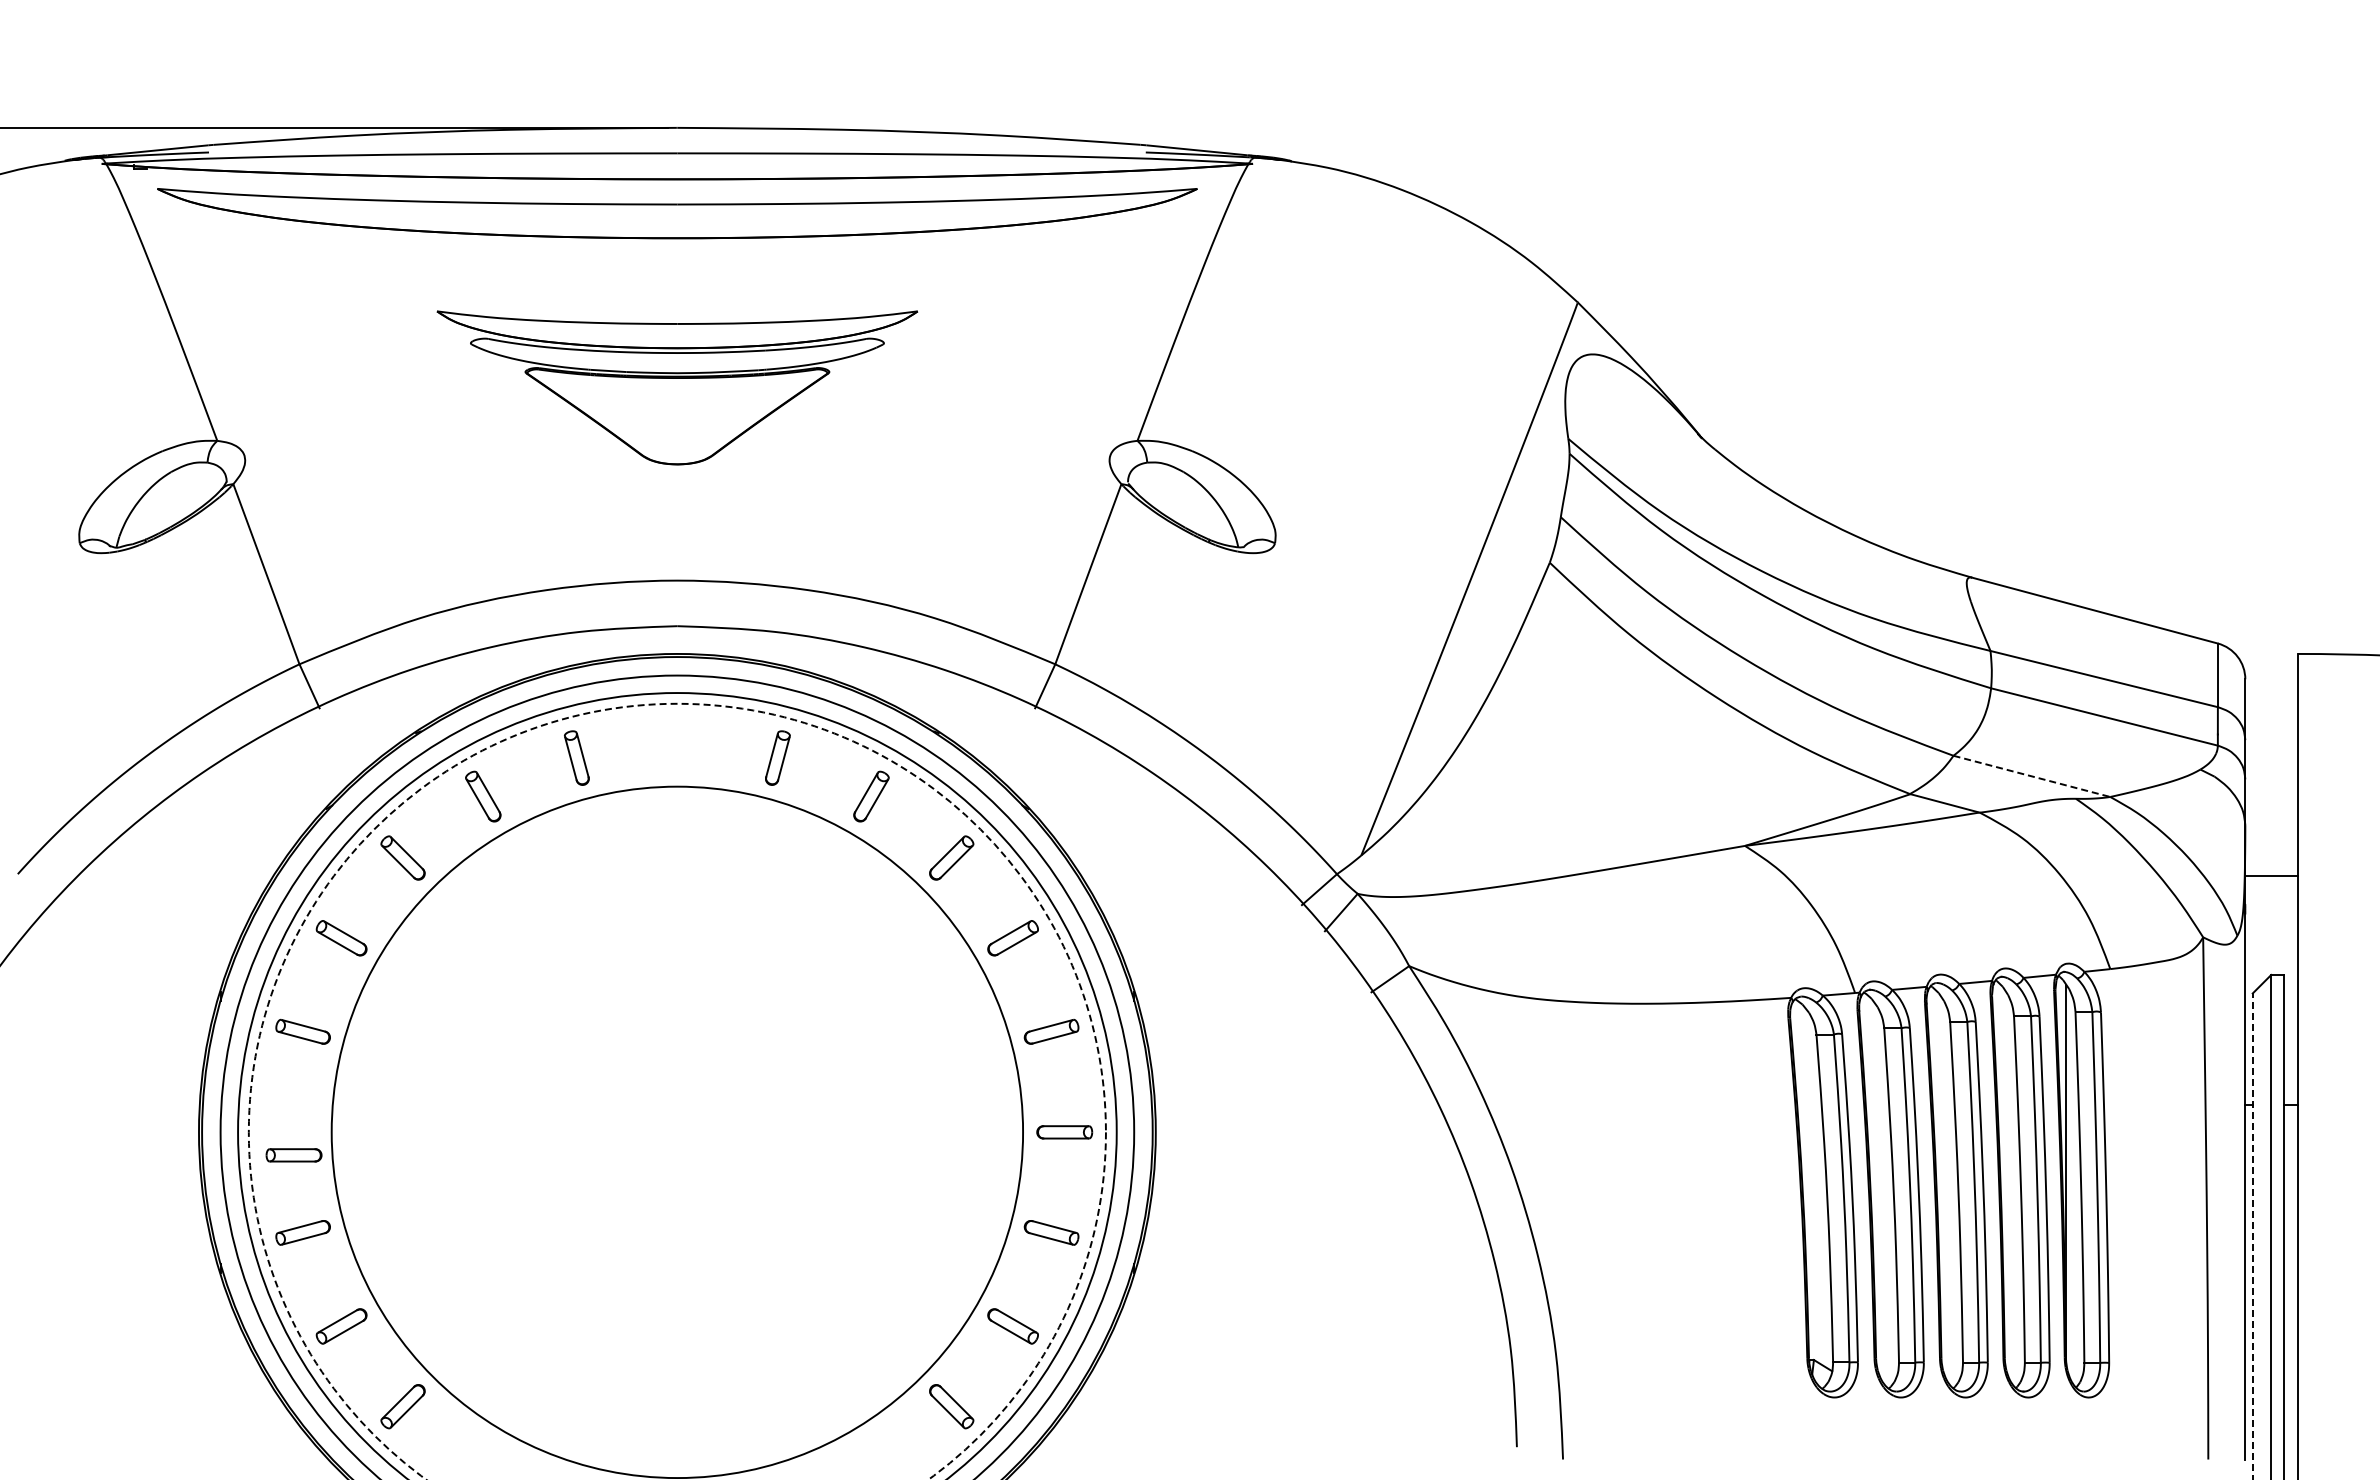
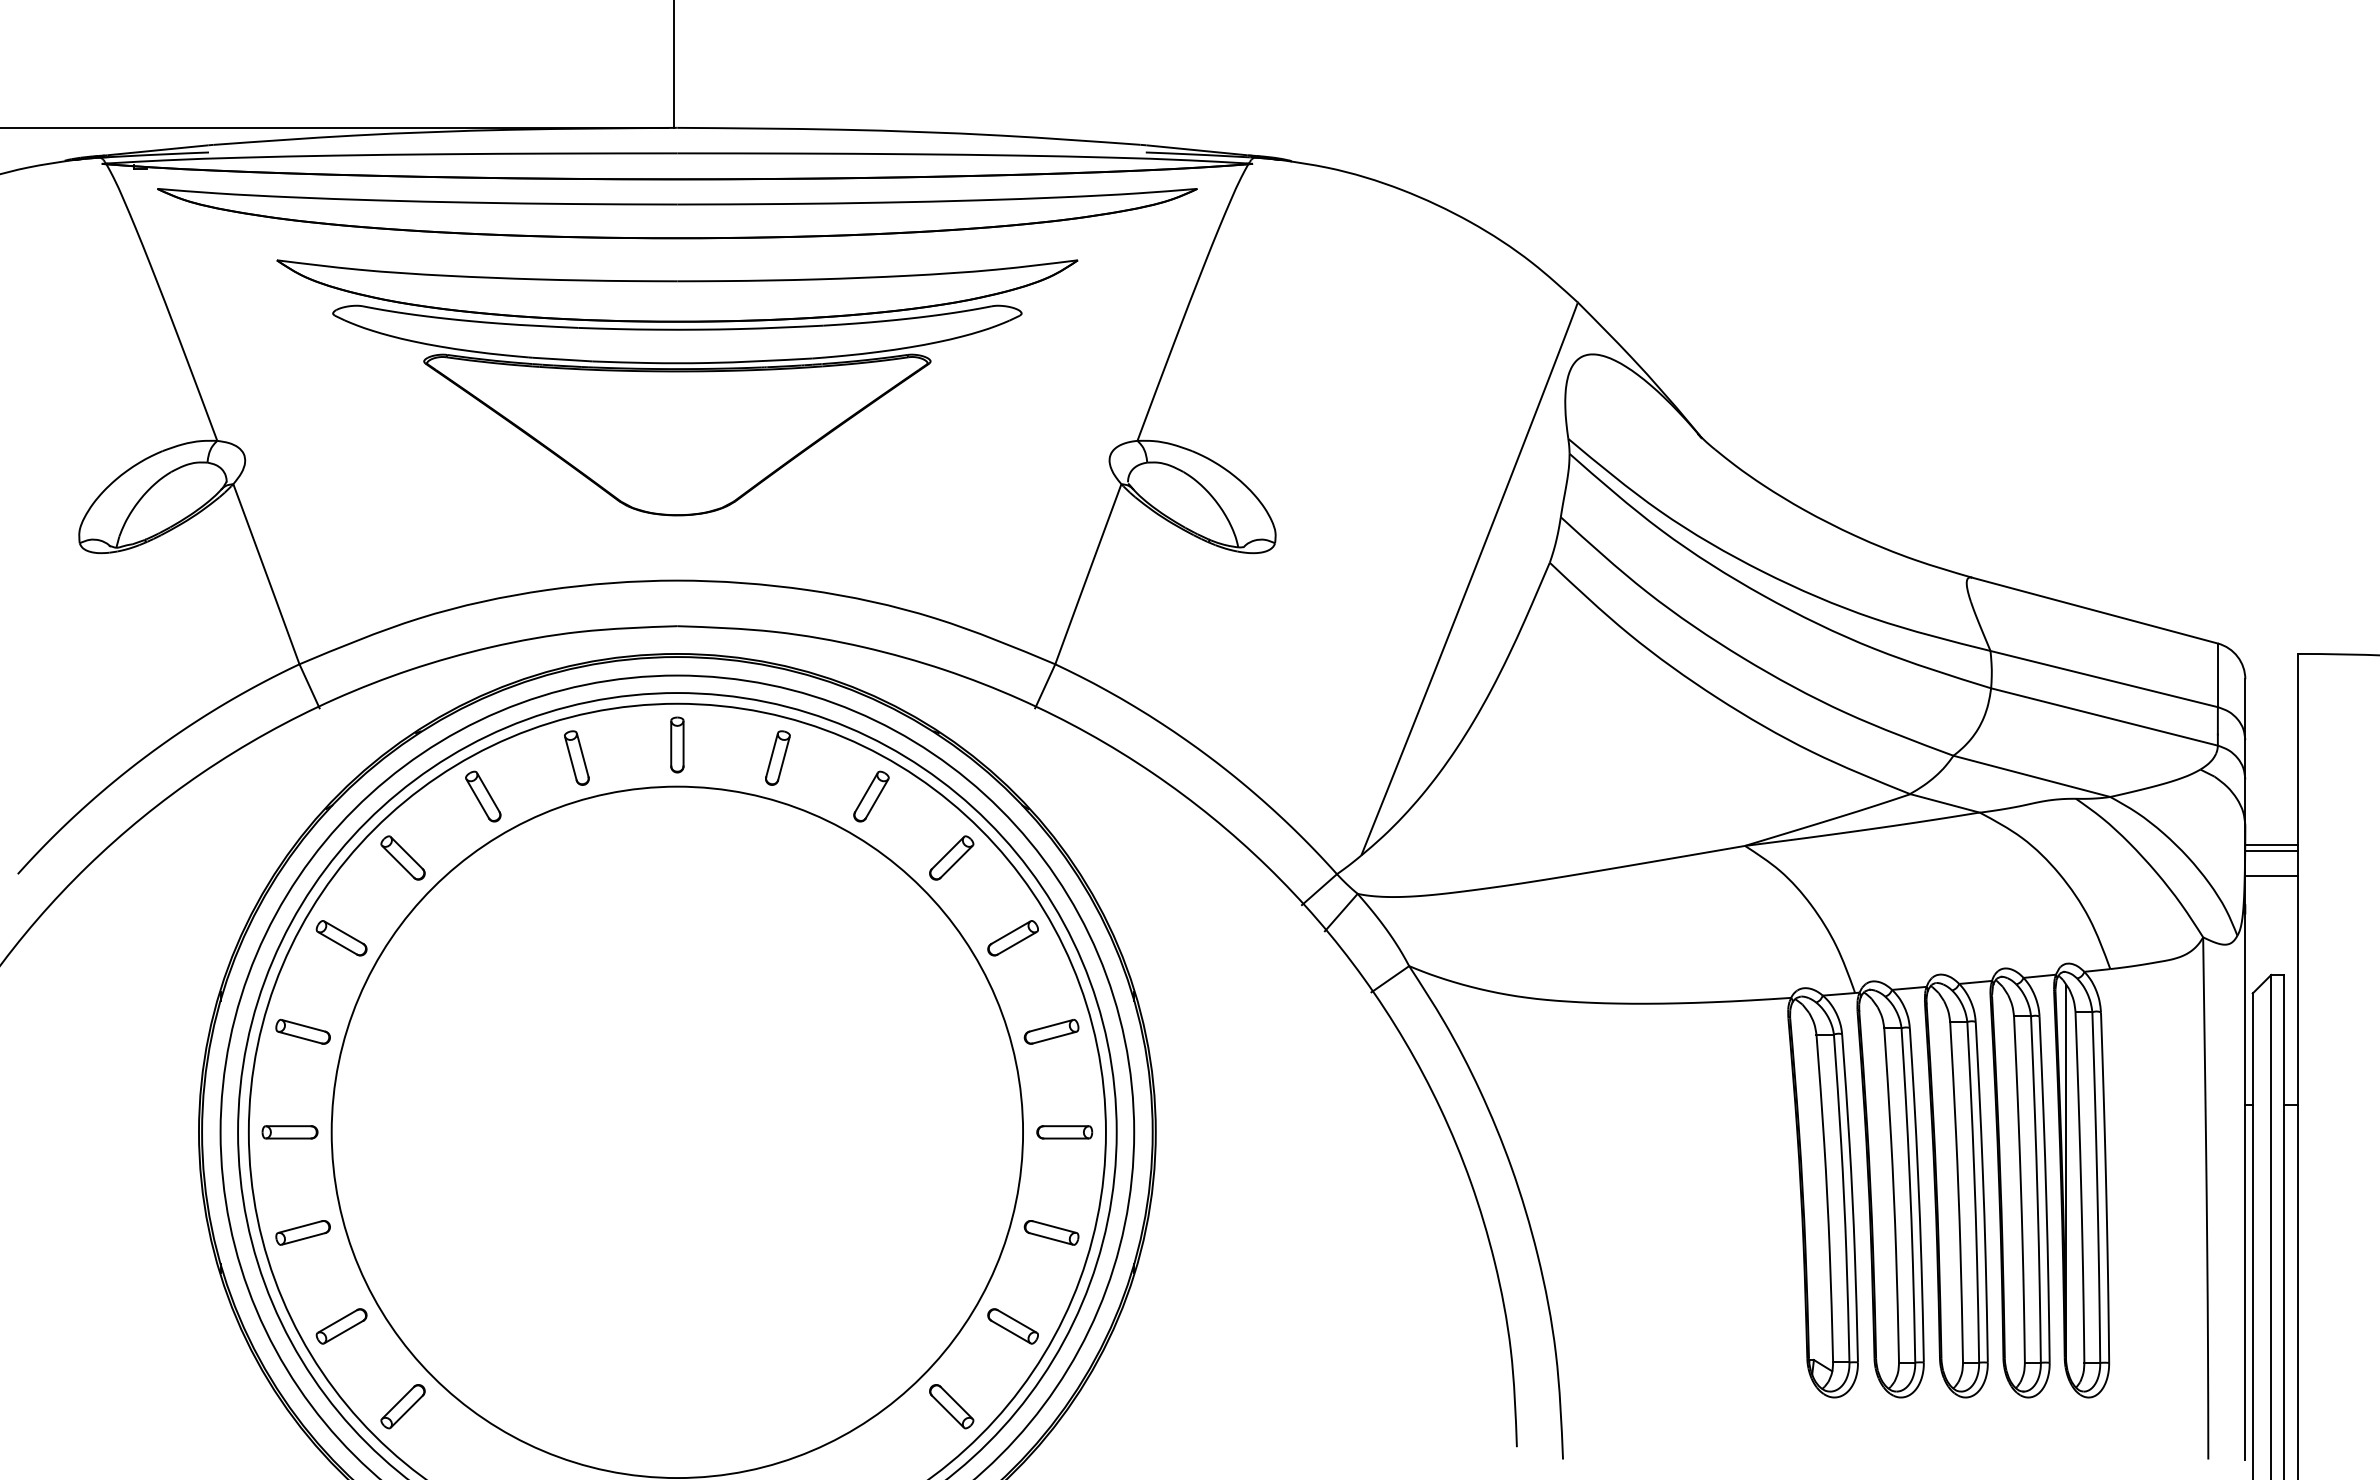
line at (674, 64): none -> present
part at (677, 387) size: 483x156 px -> 803x258 px
part at (677, 744): none -> present
line at (2032, 776): dashed -> solid
line at (2271, 845): none -> present
line at (2271, 851): none -> present
circle at (676, 1091): dashed -> solid
part at (293, 1155) position: (293, 1155) -> (289, 1132)
line at (2252, 1236): dashed -> solid
